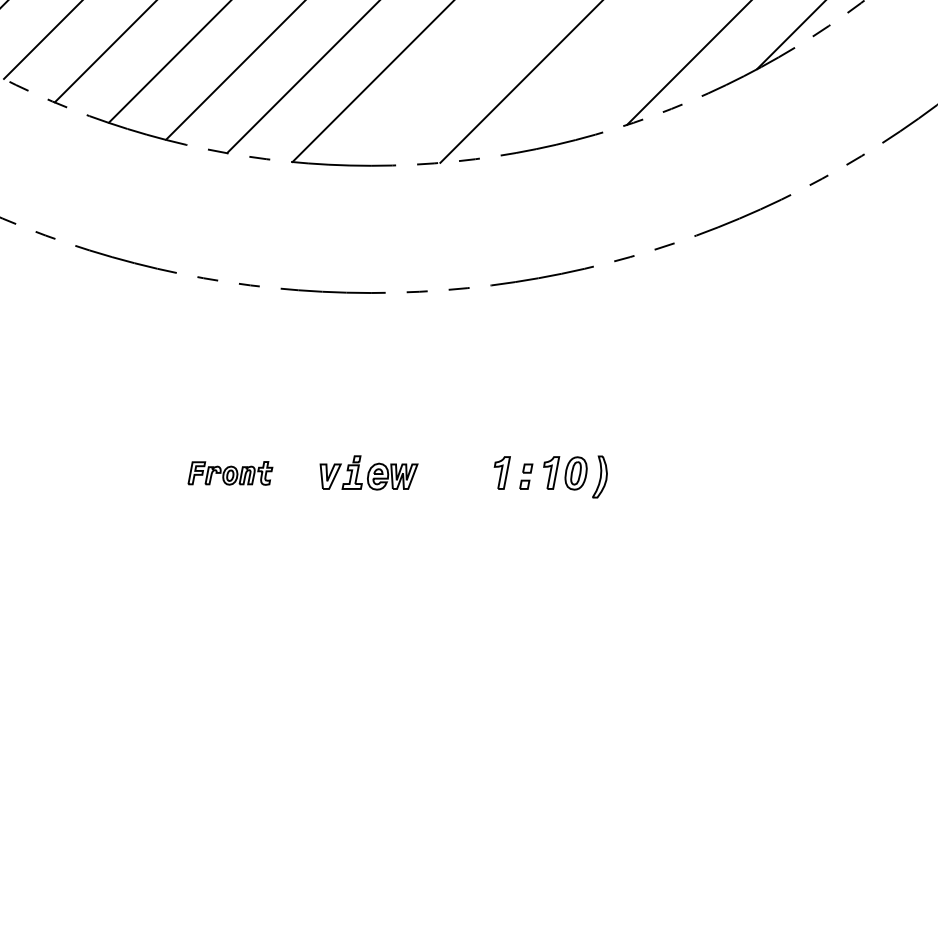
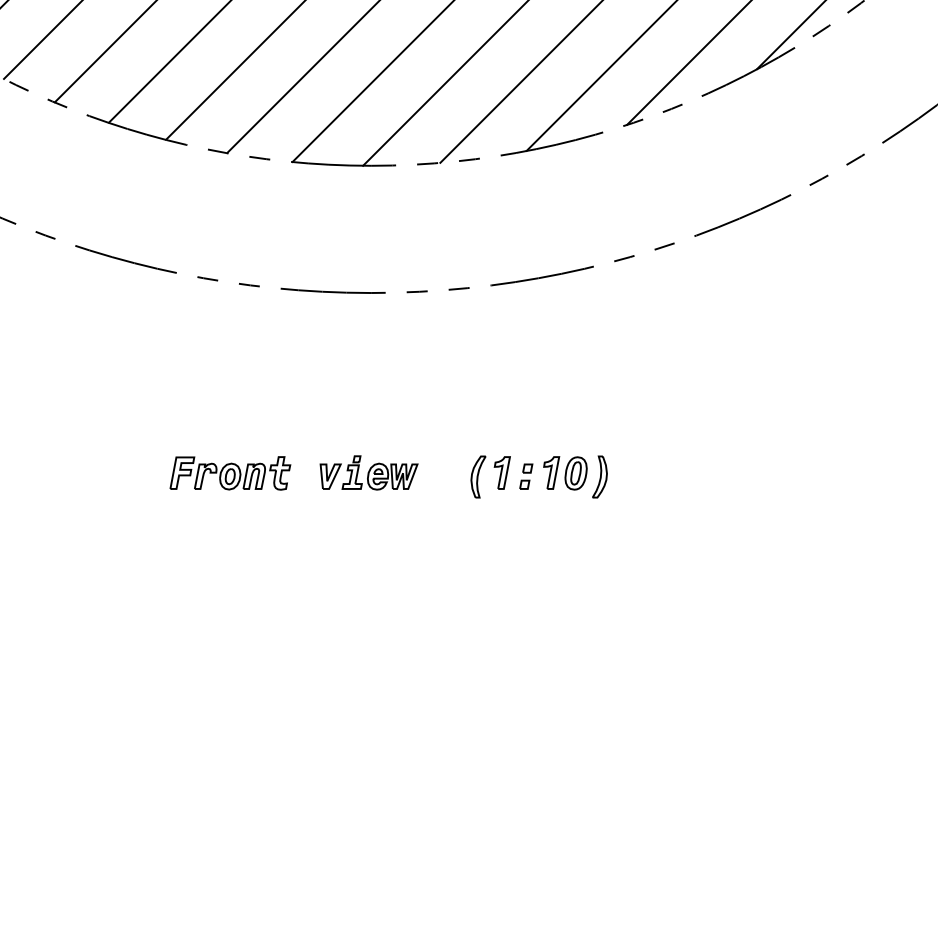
line at (600, 76): none -> present
line at (444, 83): none -> present
part at (230, 473) size: 87x25 px -> 123x35 px
part at (478, 476): none -> present
